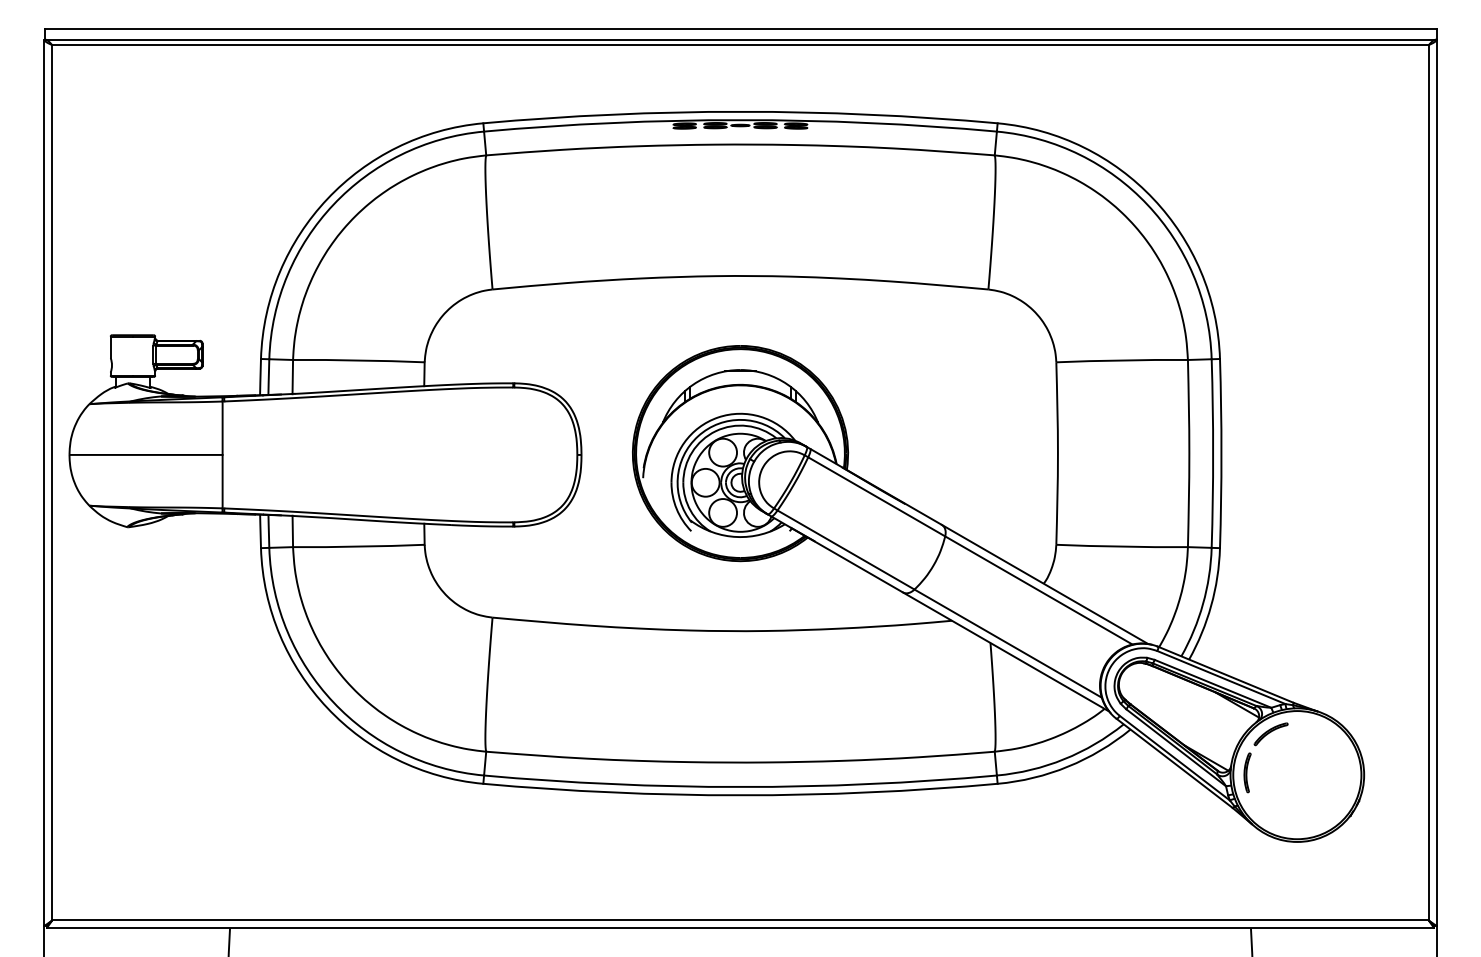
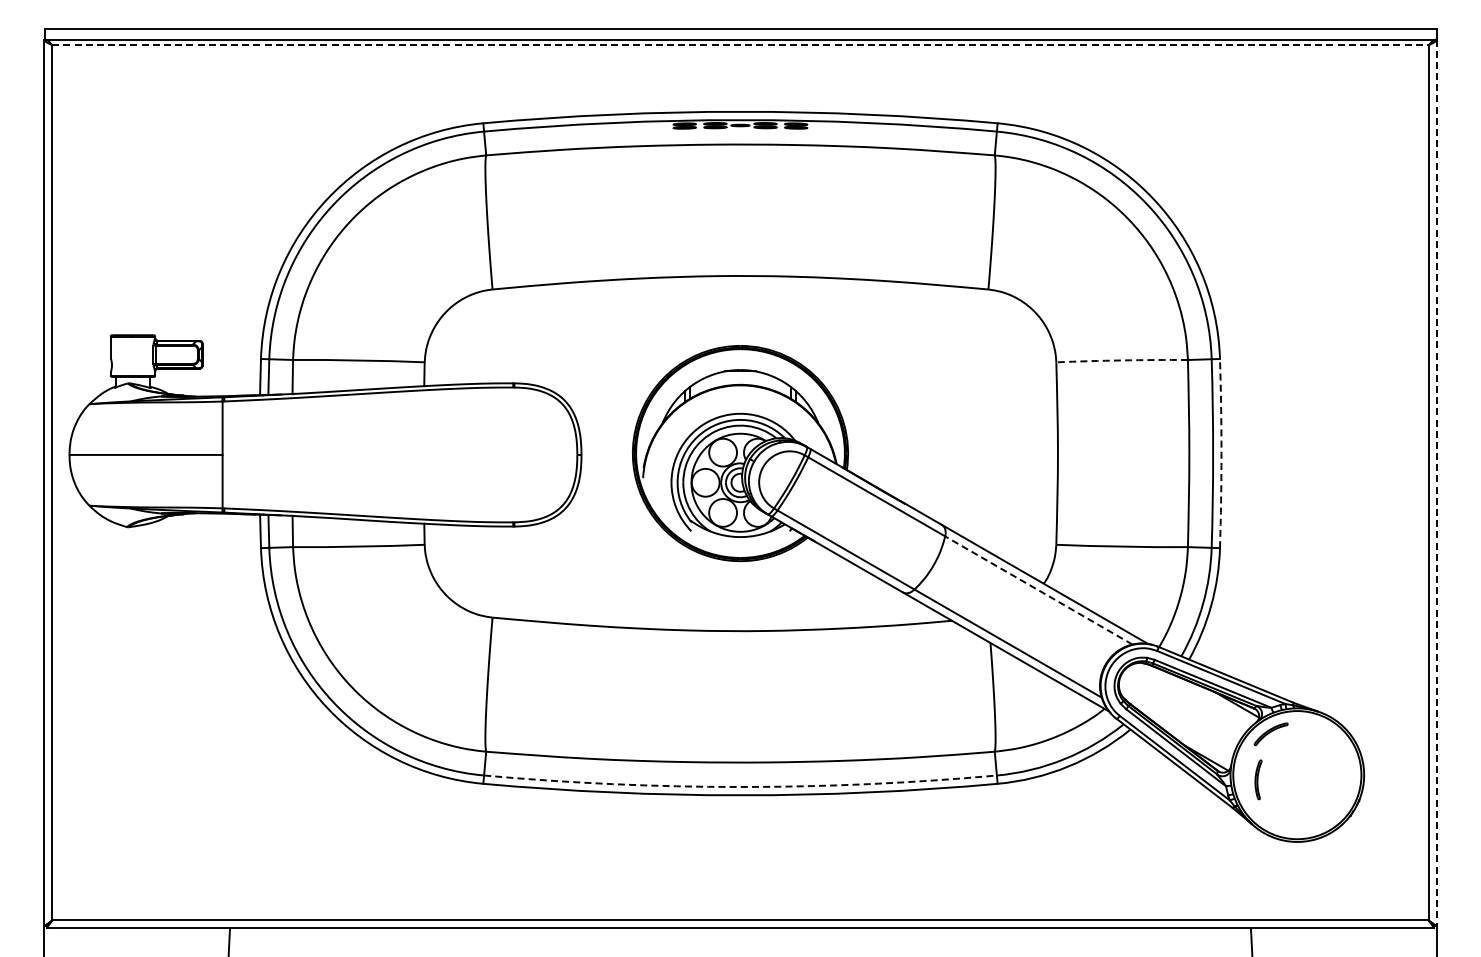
line at (740, 45): solid -> dashed
arc at (1122, 360): solid -> dashed
arc at (1221, 453): solid -> dashed
line at (1436, 483): solid -> dashed
line at (1038, 590): solid -> dashed
part at (1247, 772) position: (1247, 772) -> (1258, 779)
arc at (740, 787): solid -> dashed
